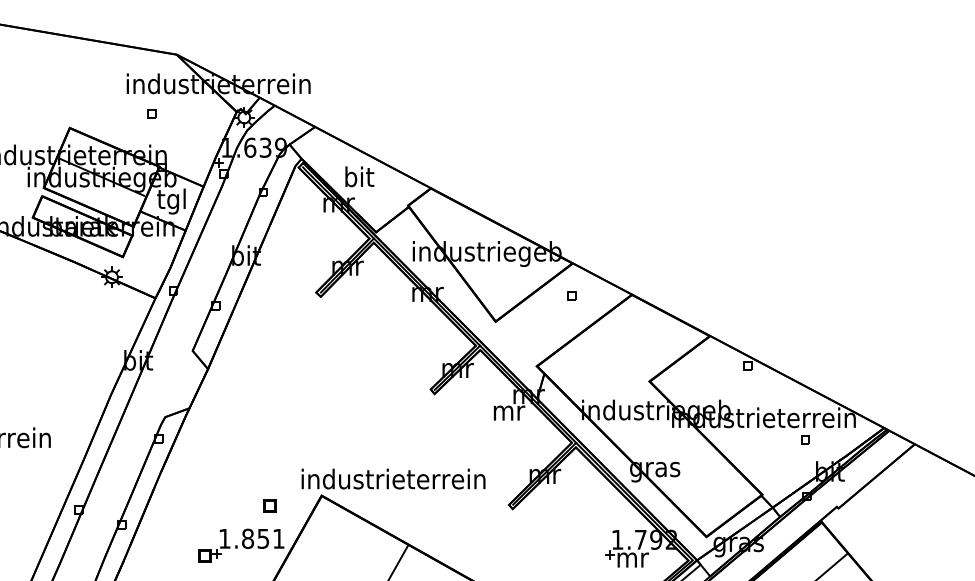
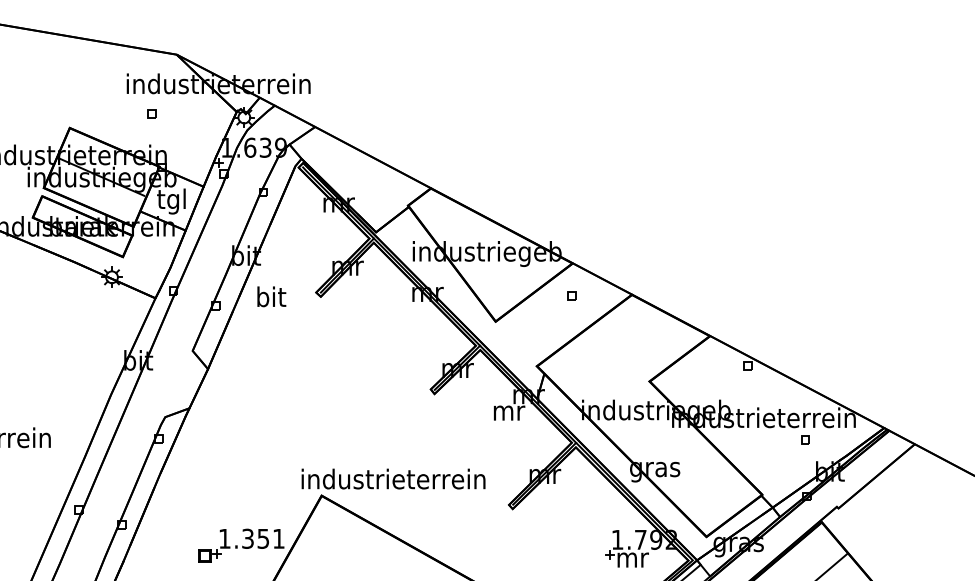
text at (359, 176) position: (359, 176) -> (271, 296)
part at (269, 505): present -> none
text at (248, 538): 1.851 -> 1.351
line at (398, 561): present -> none
